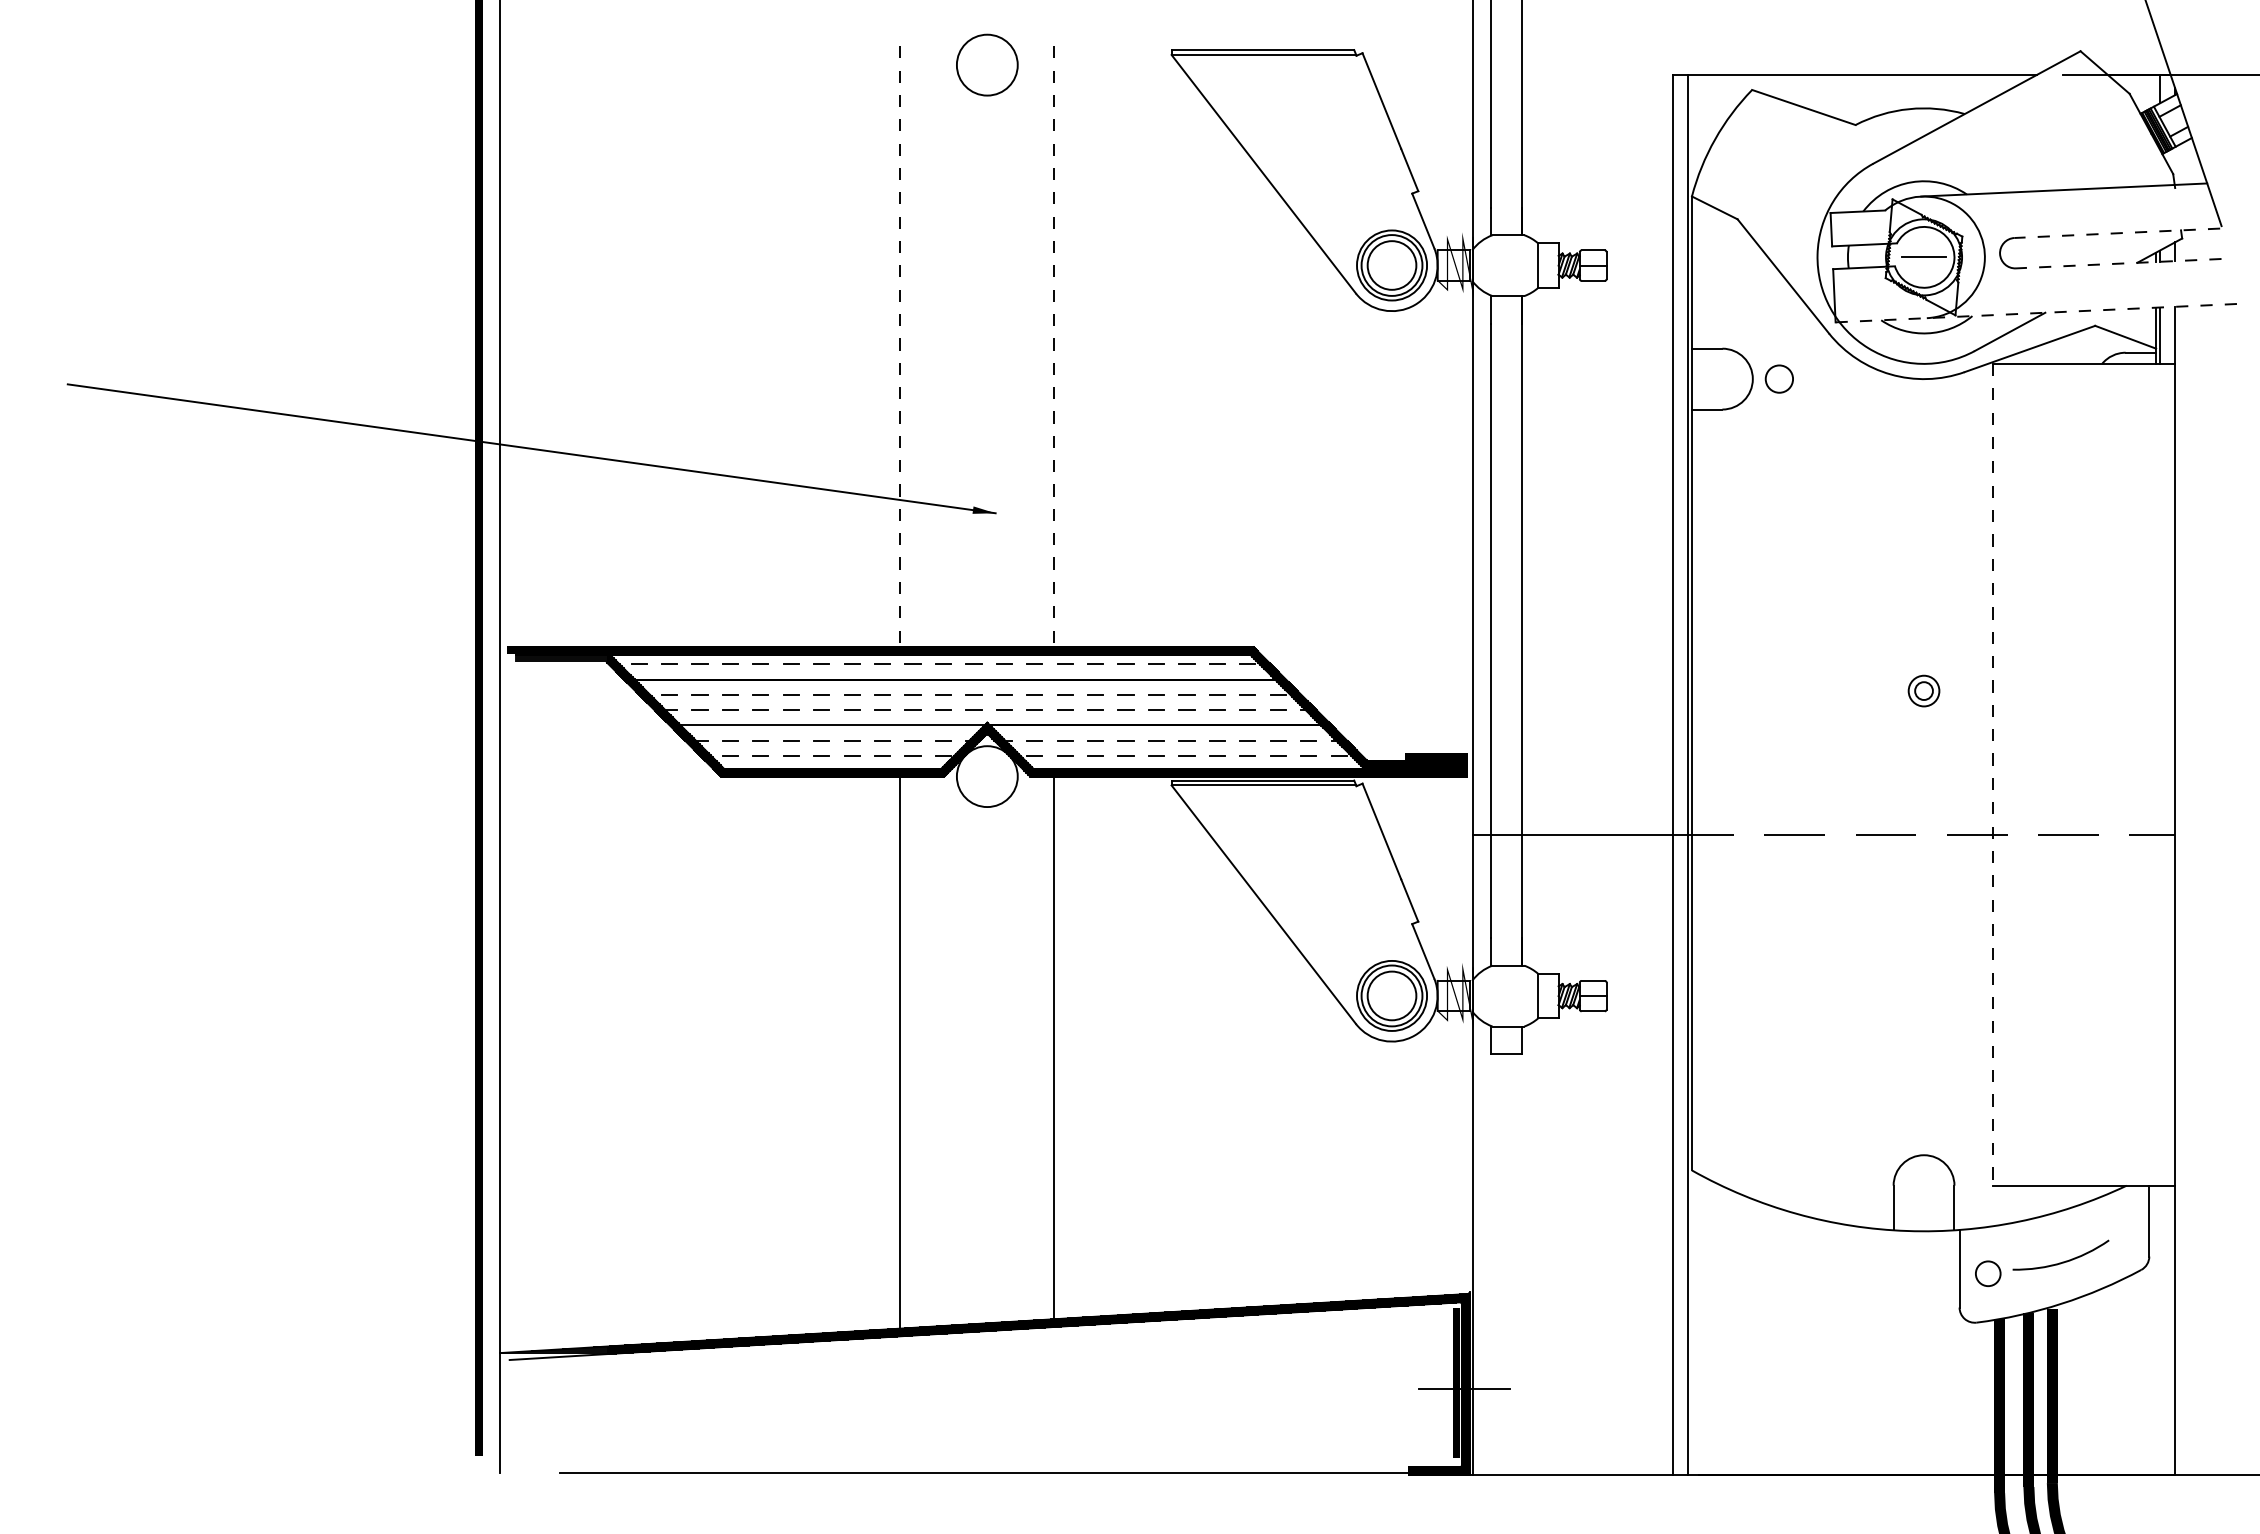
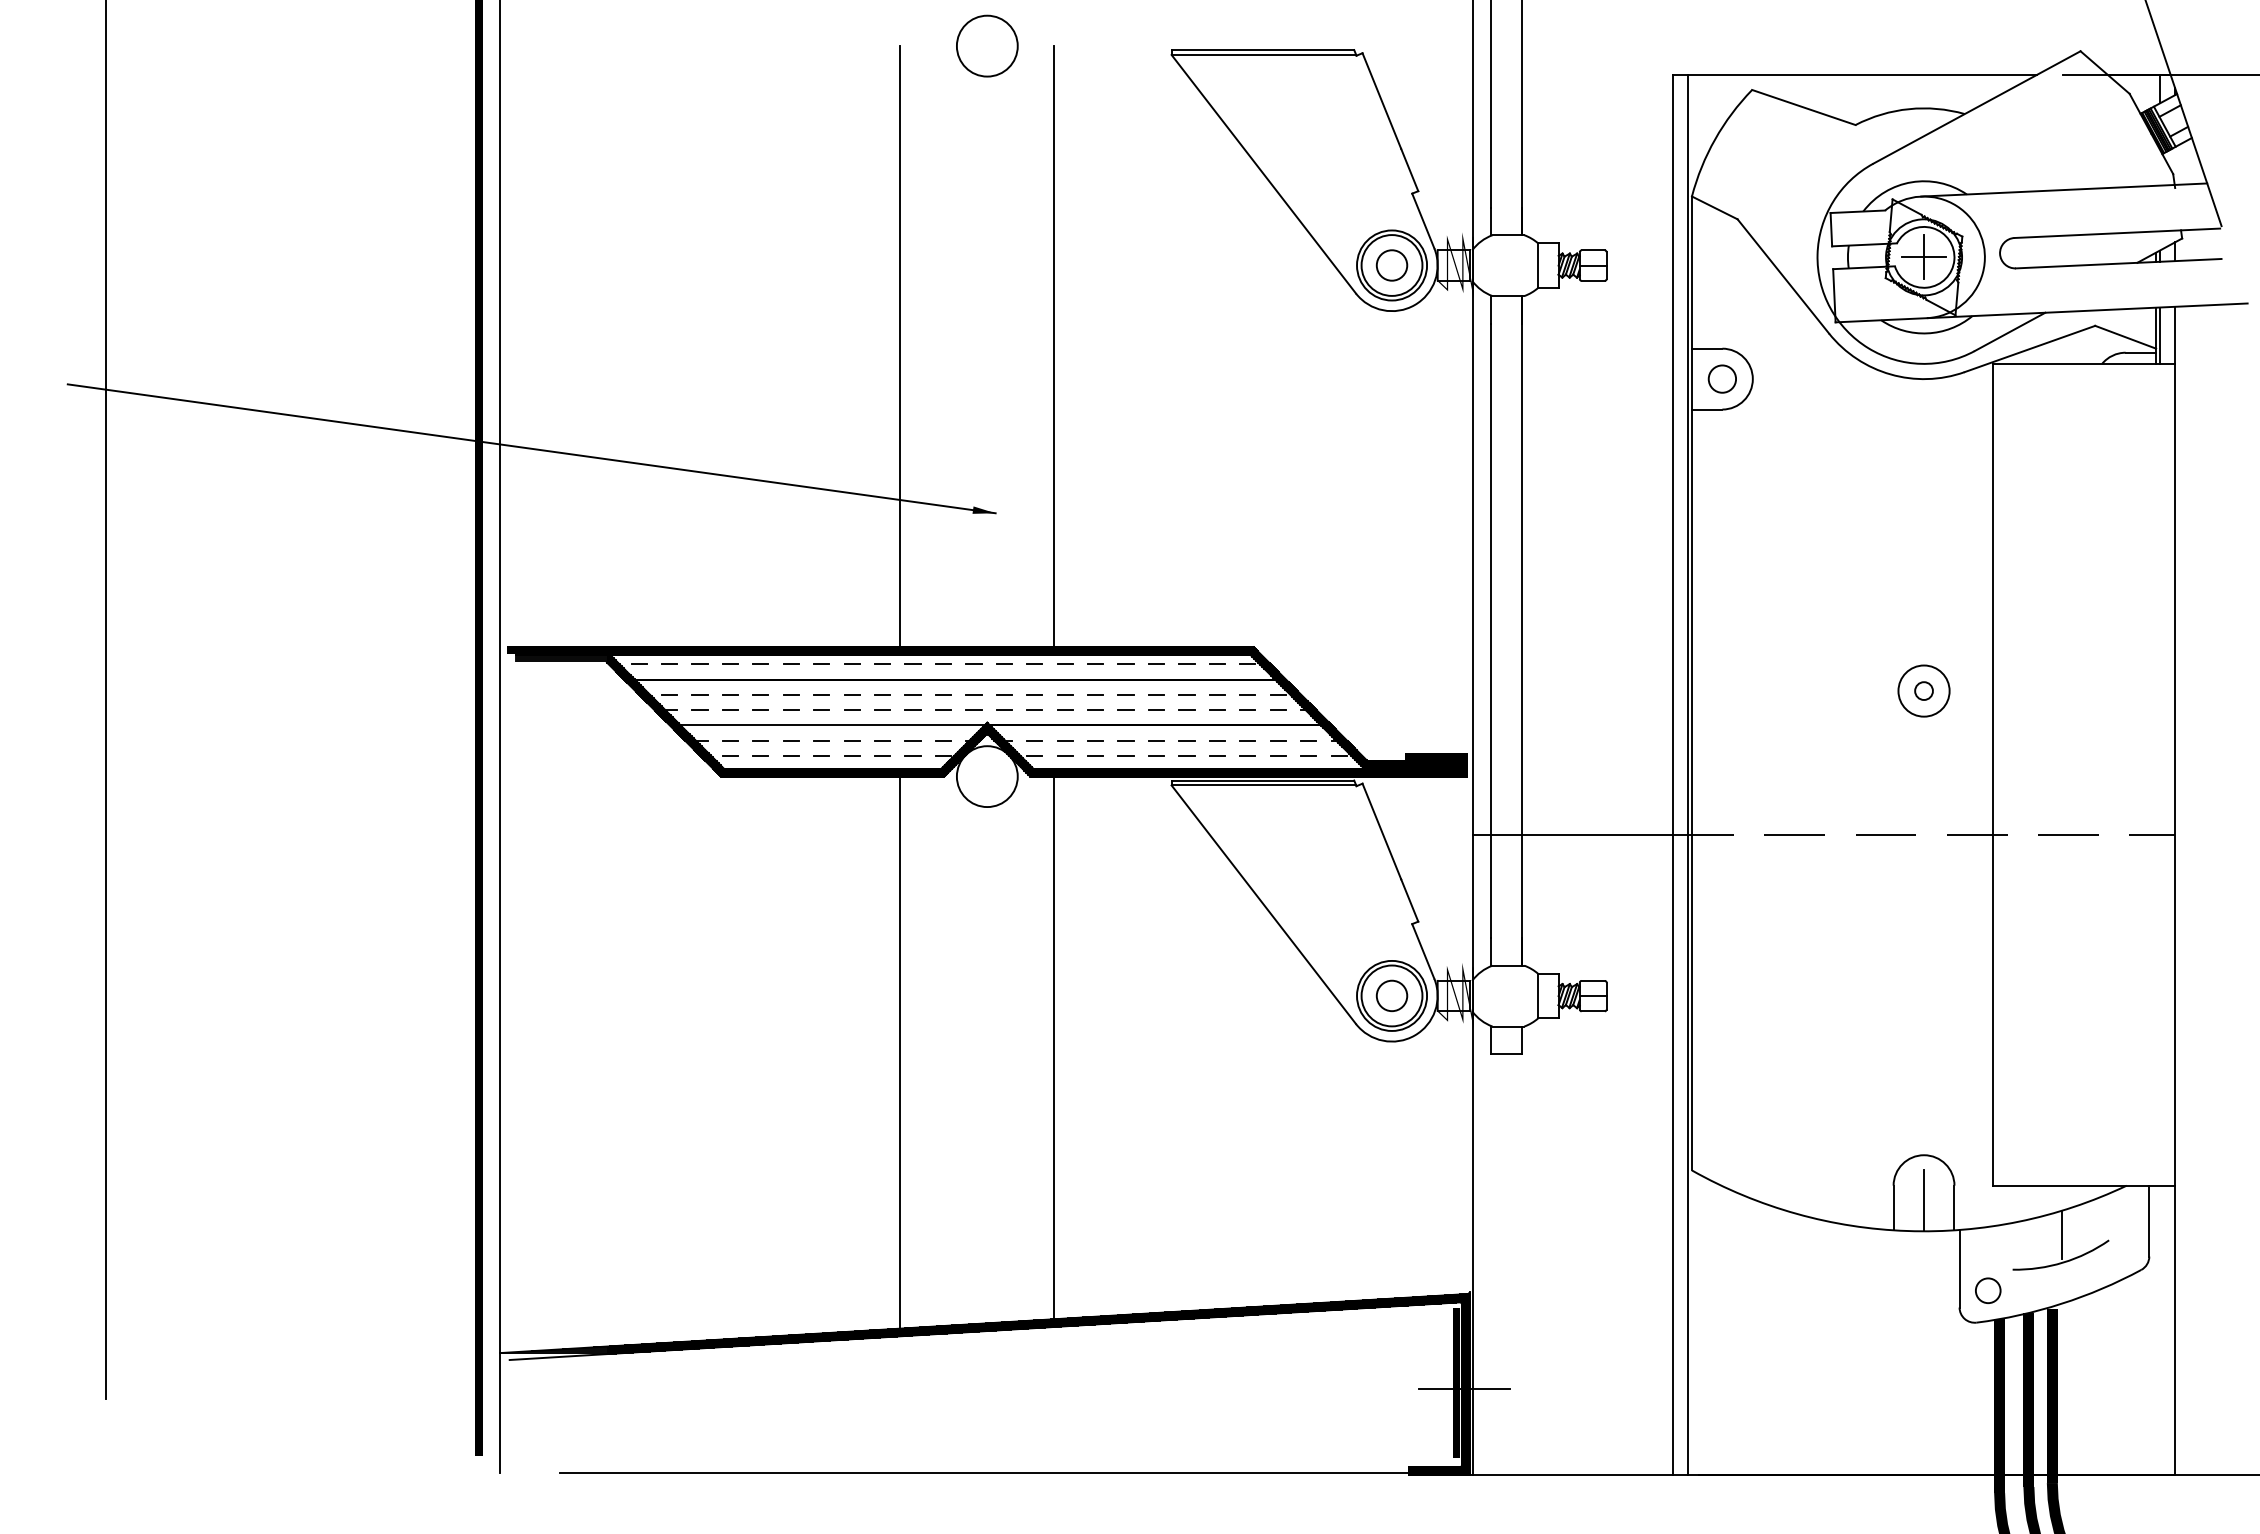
circle at (987, 64) position: (987, 64) -> (987, 45)
line at (2117, 233): dashed -> solid
line at (1924, 257): none -> present
line at (2118, 263): dashed -> solid
circle at (1391, 265) diameter: 49 px -> 30 px
line at (2042, 312): dashed -> solid
line at (900, 346): dashed -> solid
line at (1054, 346): dashed -> solid
circle at (1778, 378) position: (1778, 378) -> (1721, 378)
circle at (1923, 690) diameter: 31 px -> 51 px
line at (105, 700): none -> present
line at (1992, 774): dashed -> solid
circle at (1391, 995) diameter: 49 px -> 30 px
line at (1924, 1200): none -> present
line at (2061, 1234): none -> present
circle at (1988, 1273) position: (1988, 1273) -> (1988, 1290)
